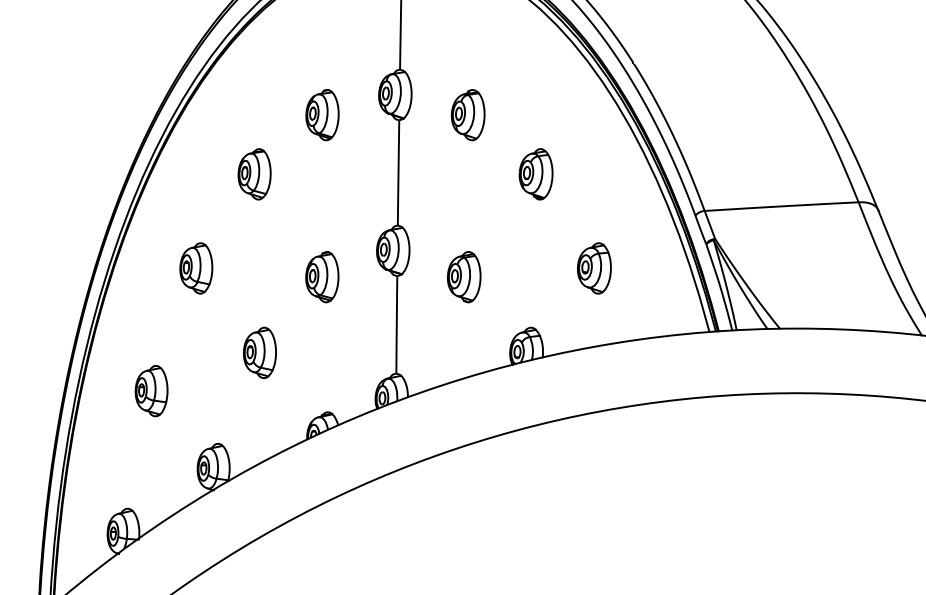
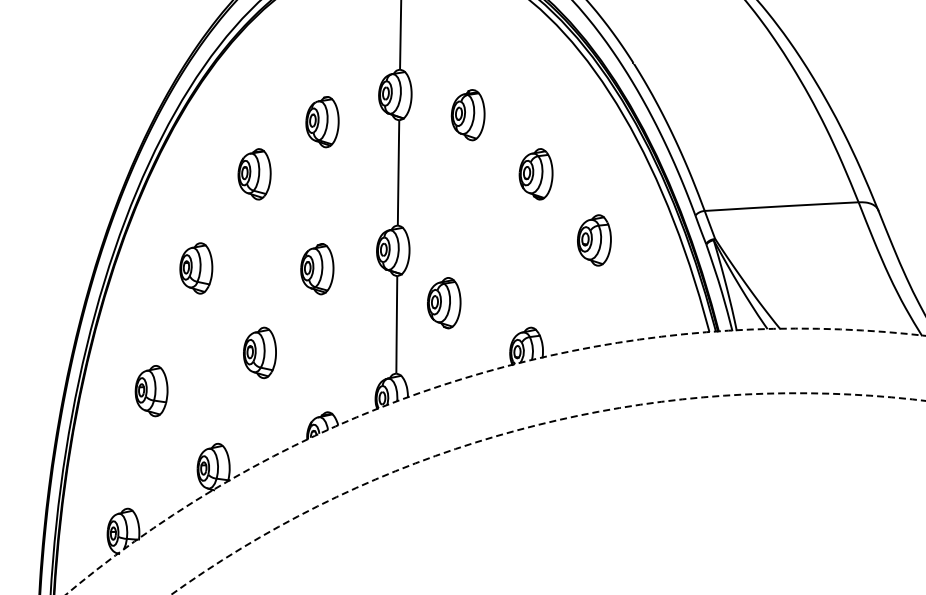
part at (322, 115) position: (322, 115) -> (322, 122)
part at (594, 268) position: (594, 268) -> (594, 240)
part at (322, 277) position: (322, 277) -> (317, 269)
part at (464, 277) position: (464, 277) -> (444, 303)
arc at (464, 378): solid -> dashed
arc at (531, 426): solid -> dashed
